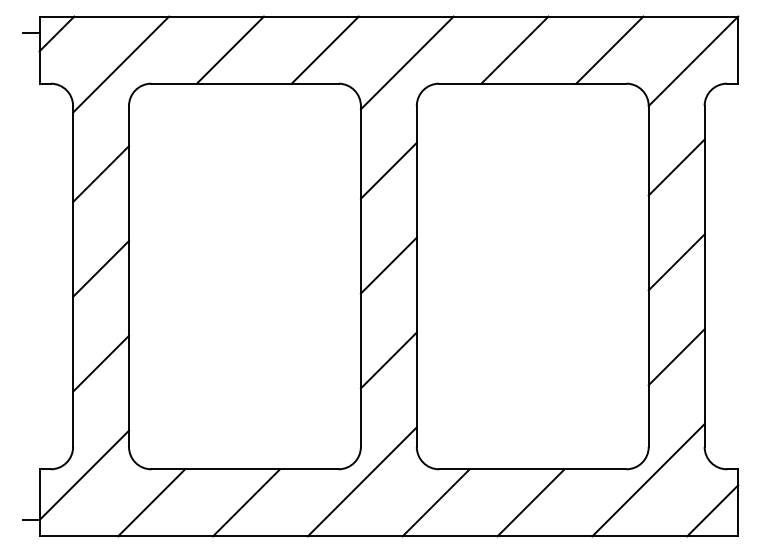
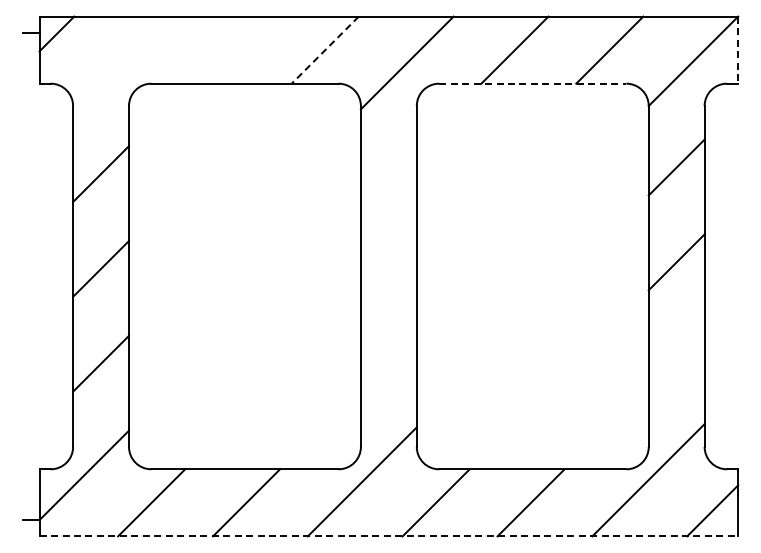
line at (229, 49): present -> none
line at (324, 50): solid -> dashed
line at (738, 50): solid -> dashed
line at (121, 64): present -> none
line at (532, 83): solid -> dashed
line at (388, 170): present -> none
line at (388, 265): present -> none
line at (676, 357): present -> none
line at (388, 360): present -> none
line at (389, 536): solid -> dashed
